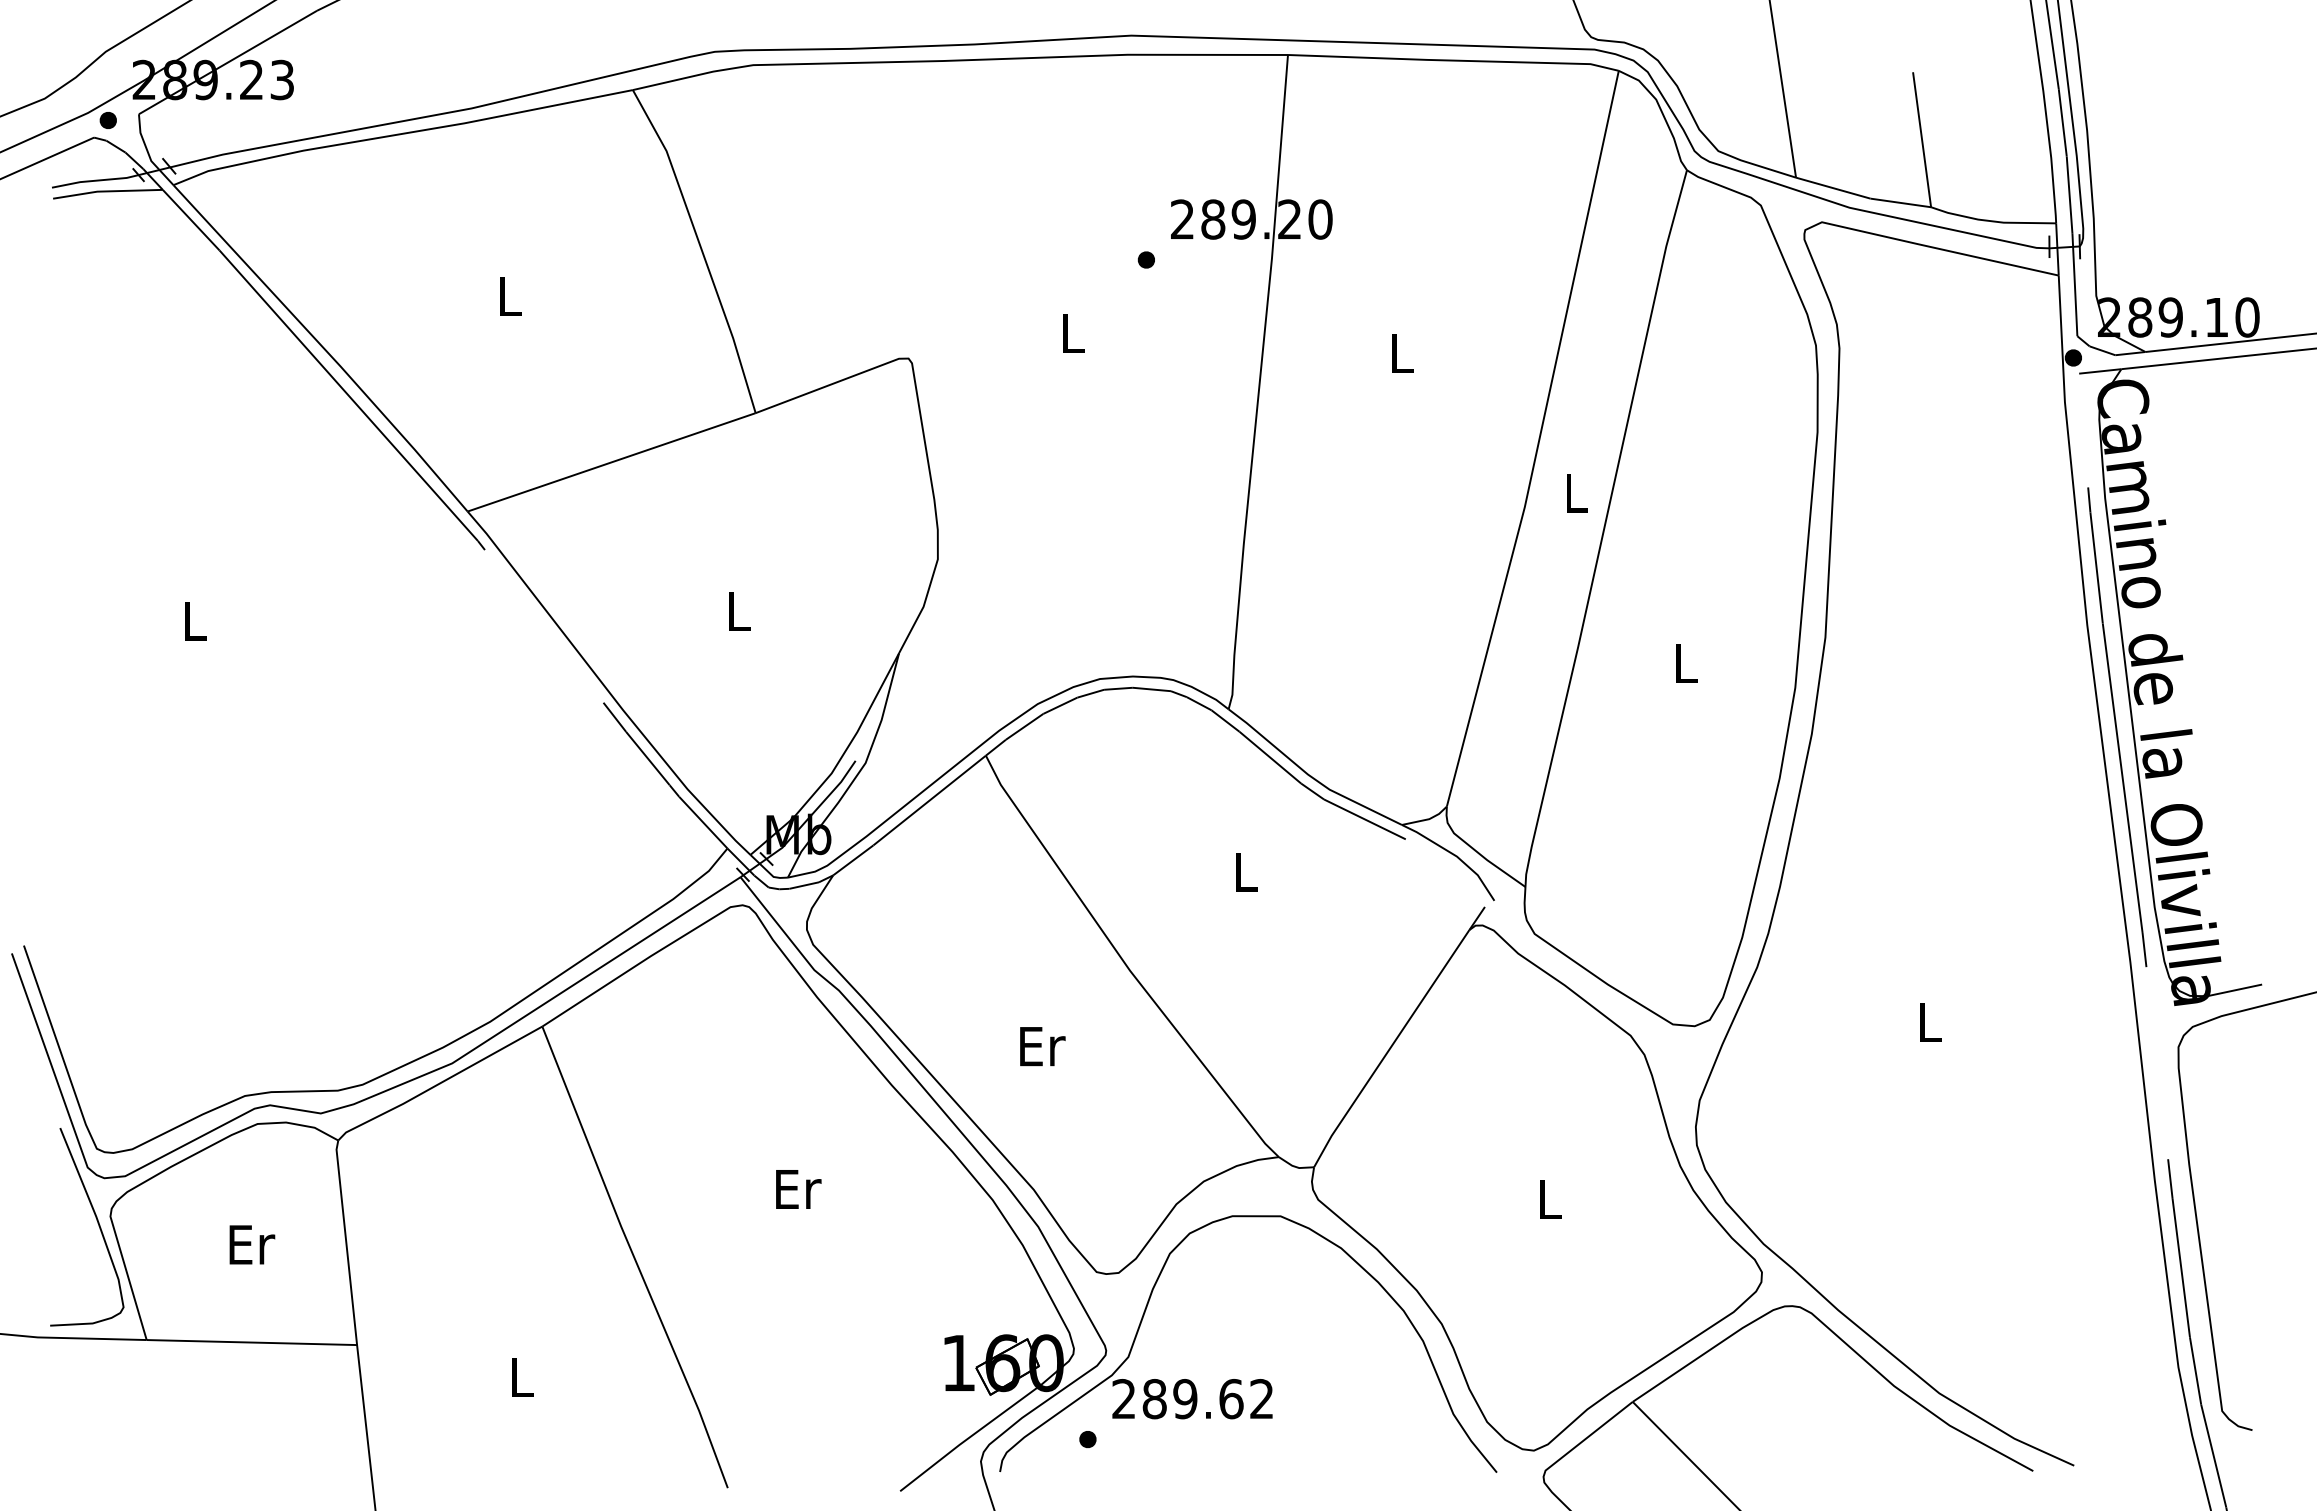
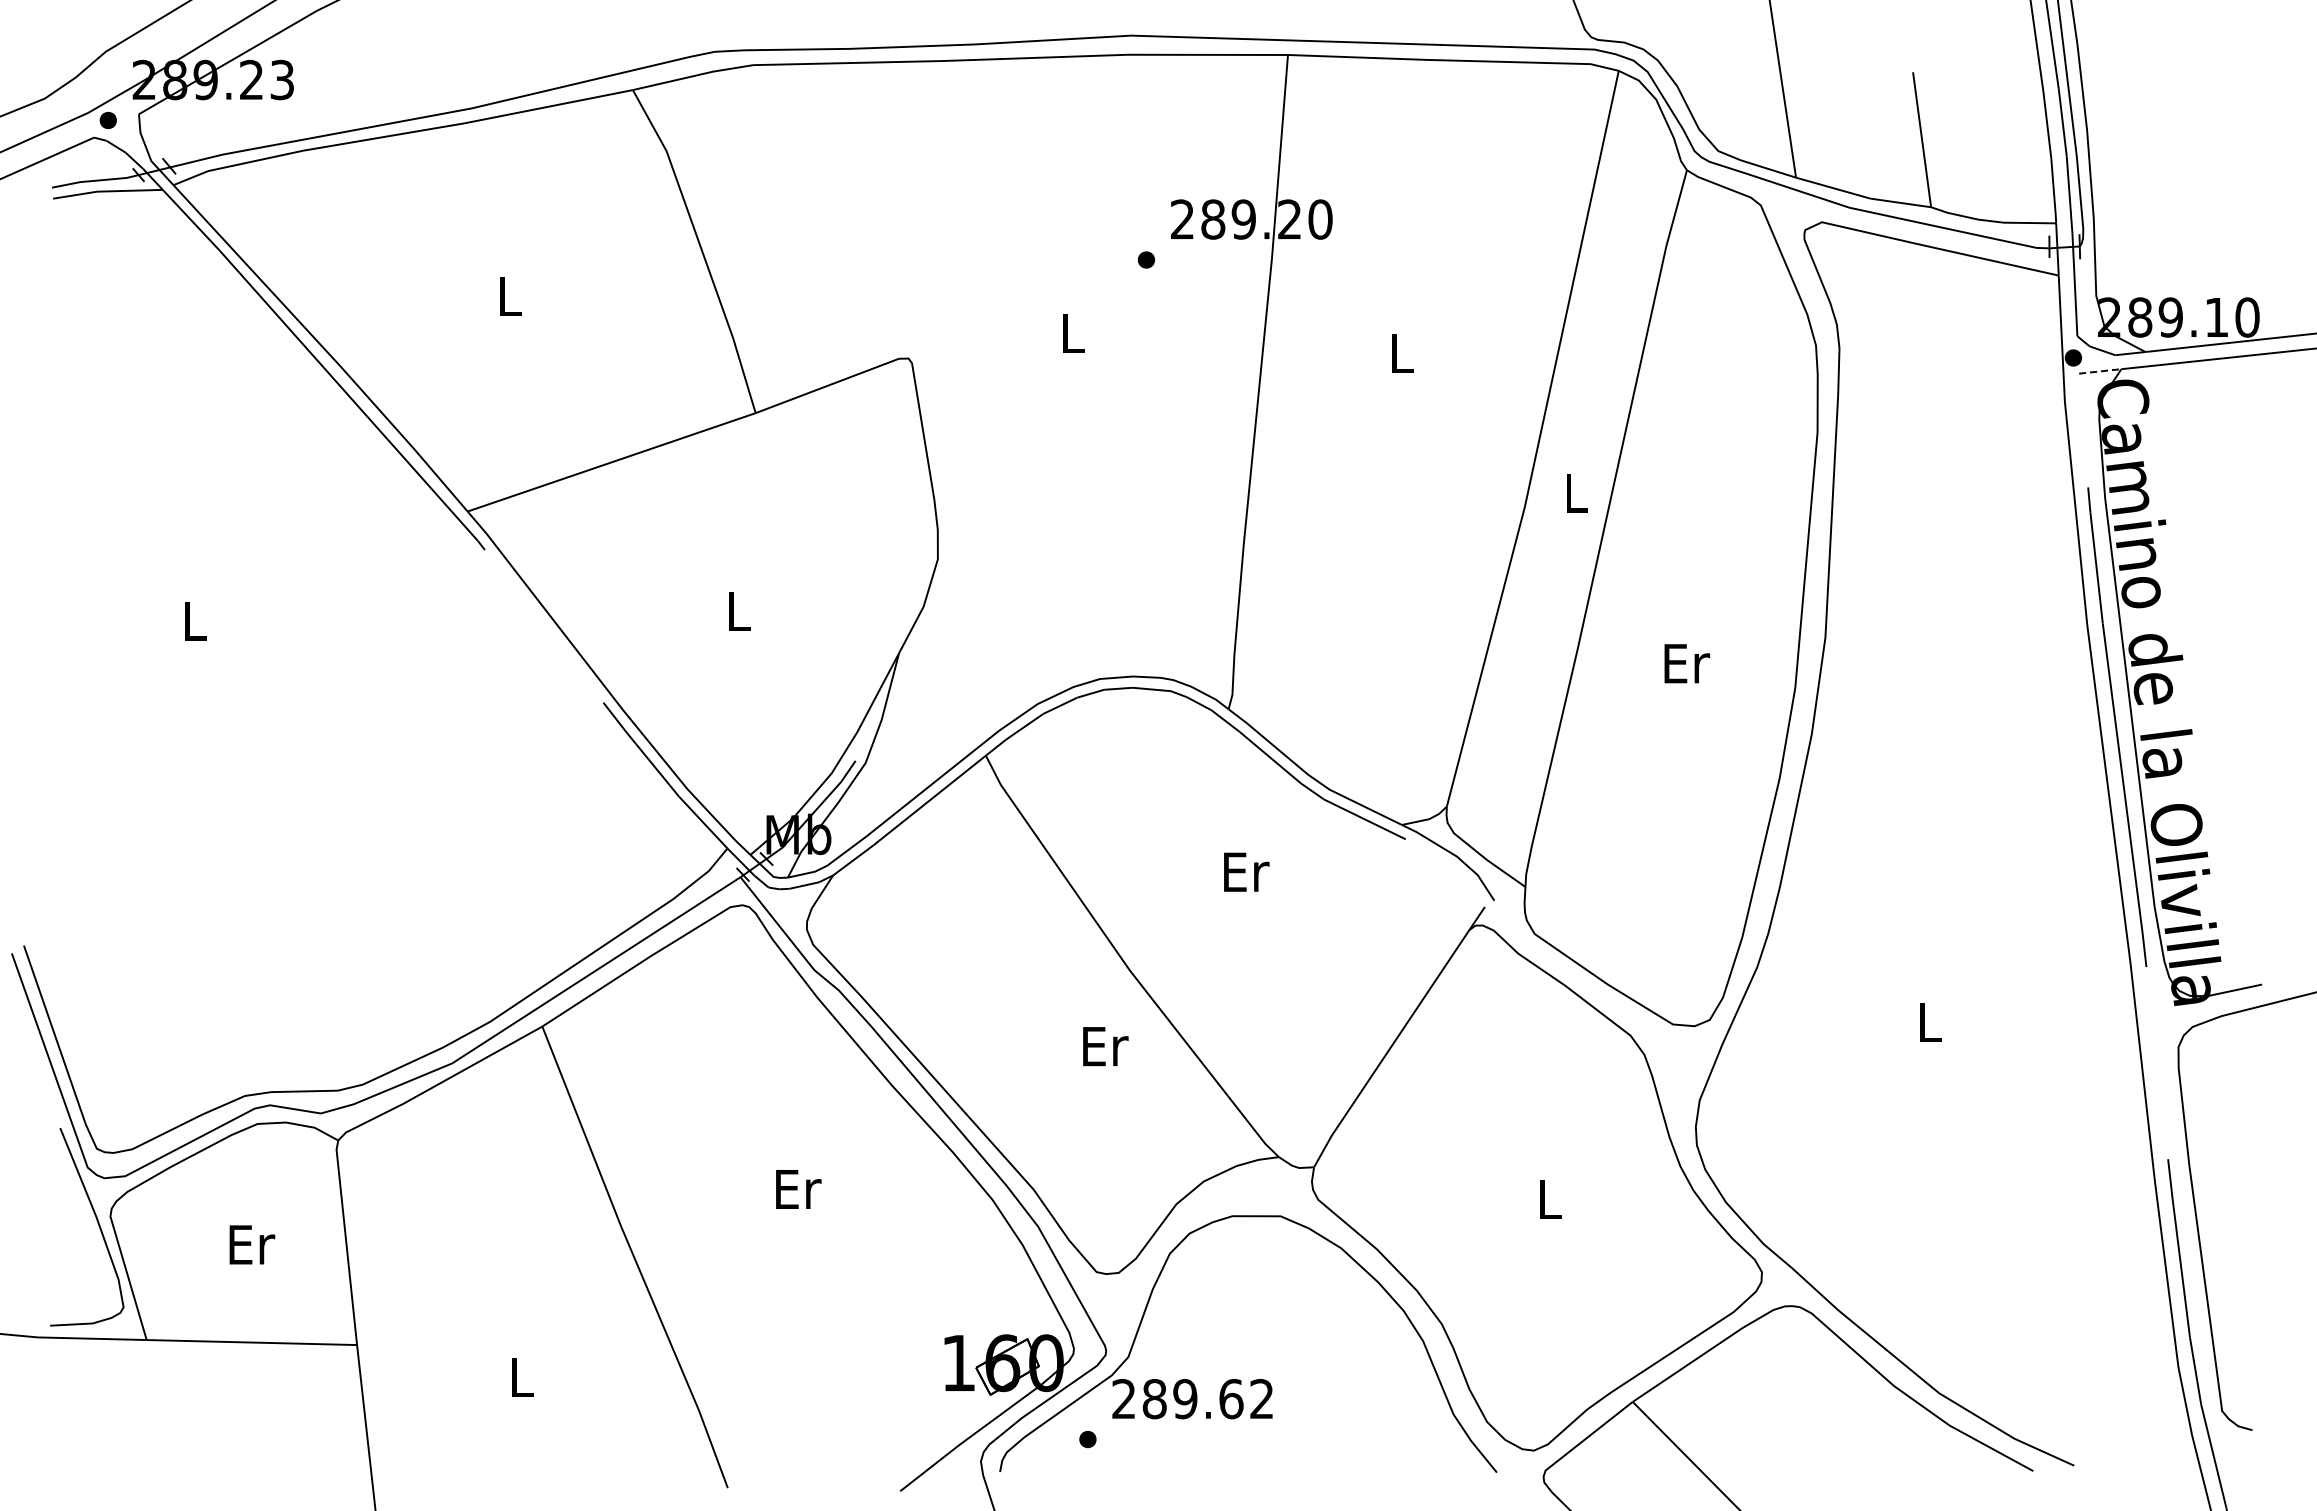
line at (2100, 371): solid -> dashed
text at (1687, 663): L -> Er
text at (1246, 871): L -> Er
text at (1042, 1046) position: (1042, 1046) -> (1105, 1046)
